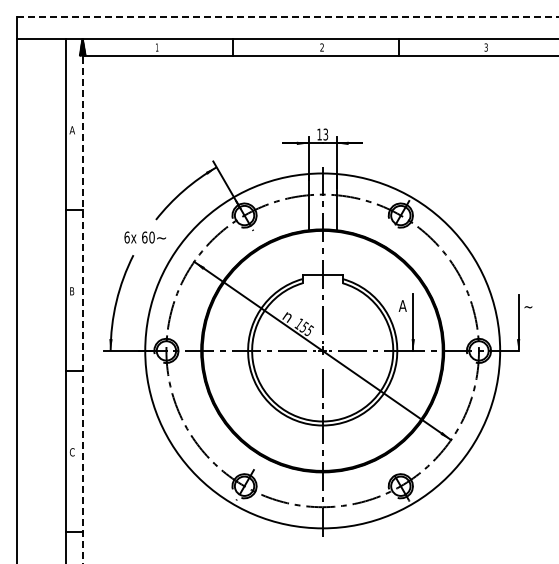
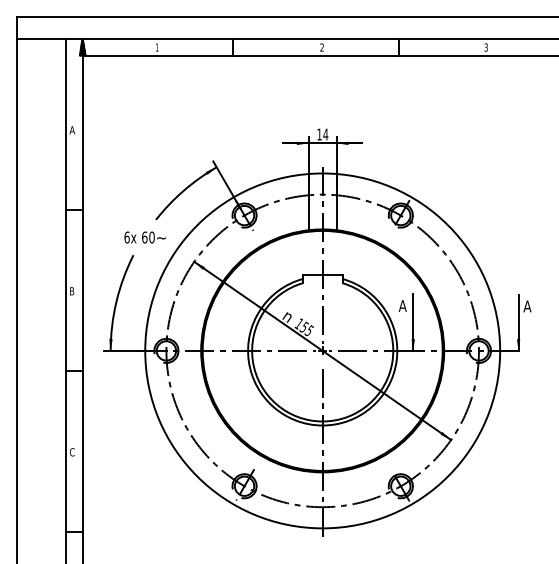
line at (287, 16): dashed -> solid
text at (325, 134): 13 -> 14
text at (527, 306): ~ -> A
line at (82, 309): dashed -> solid
